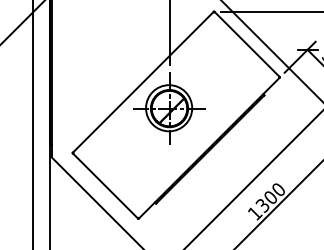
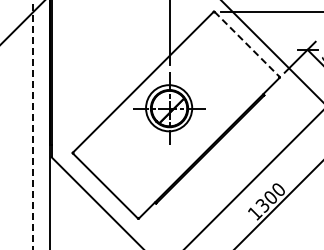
line at (247, 44): solid -> dashed
line at (32, 124): solid -> dashed
